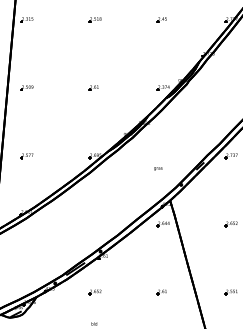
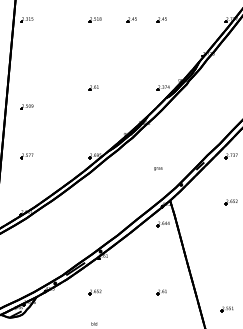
part at (131, 19): none -> present
part at (26, 87) position: (26, 87) -> (26, 106)
part at (230, 224) position: (230, 224) -> (230, 202)
part at (230, 292) position: (230, 292) -> (226, 309)
